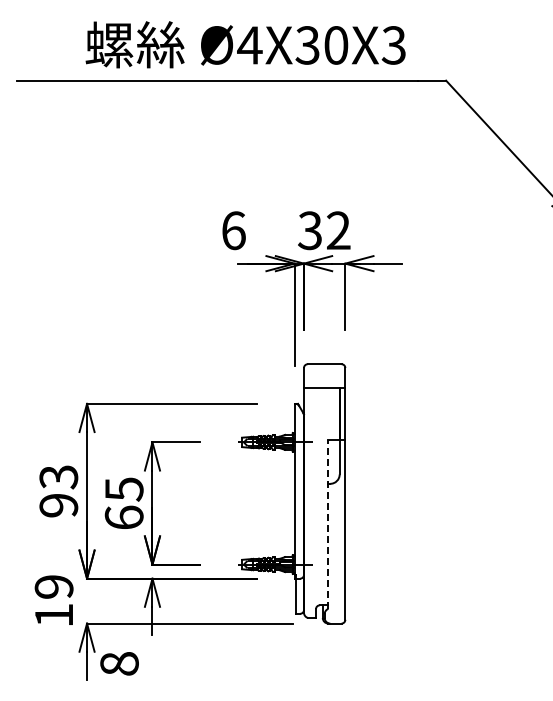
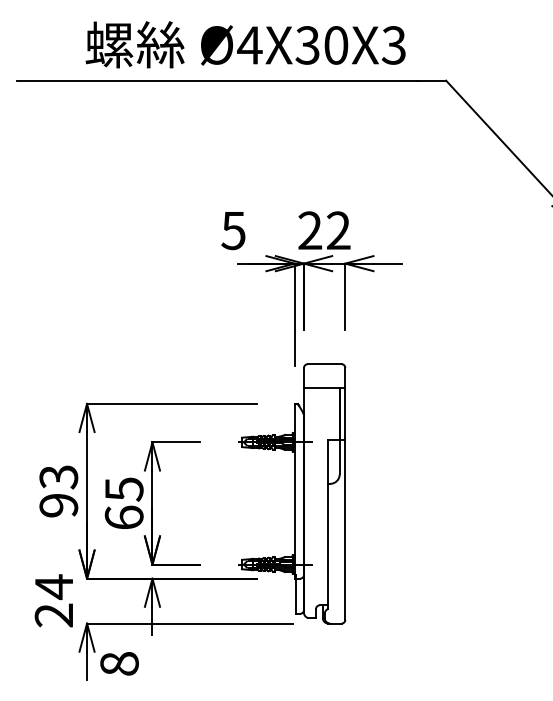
text at (233, 230): 6 -> 5
text at (310, 230): 32 -> 22
line at (328, 524): dashed -> solid
text at (53, 600): 19 -> 24
